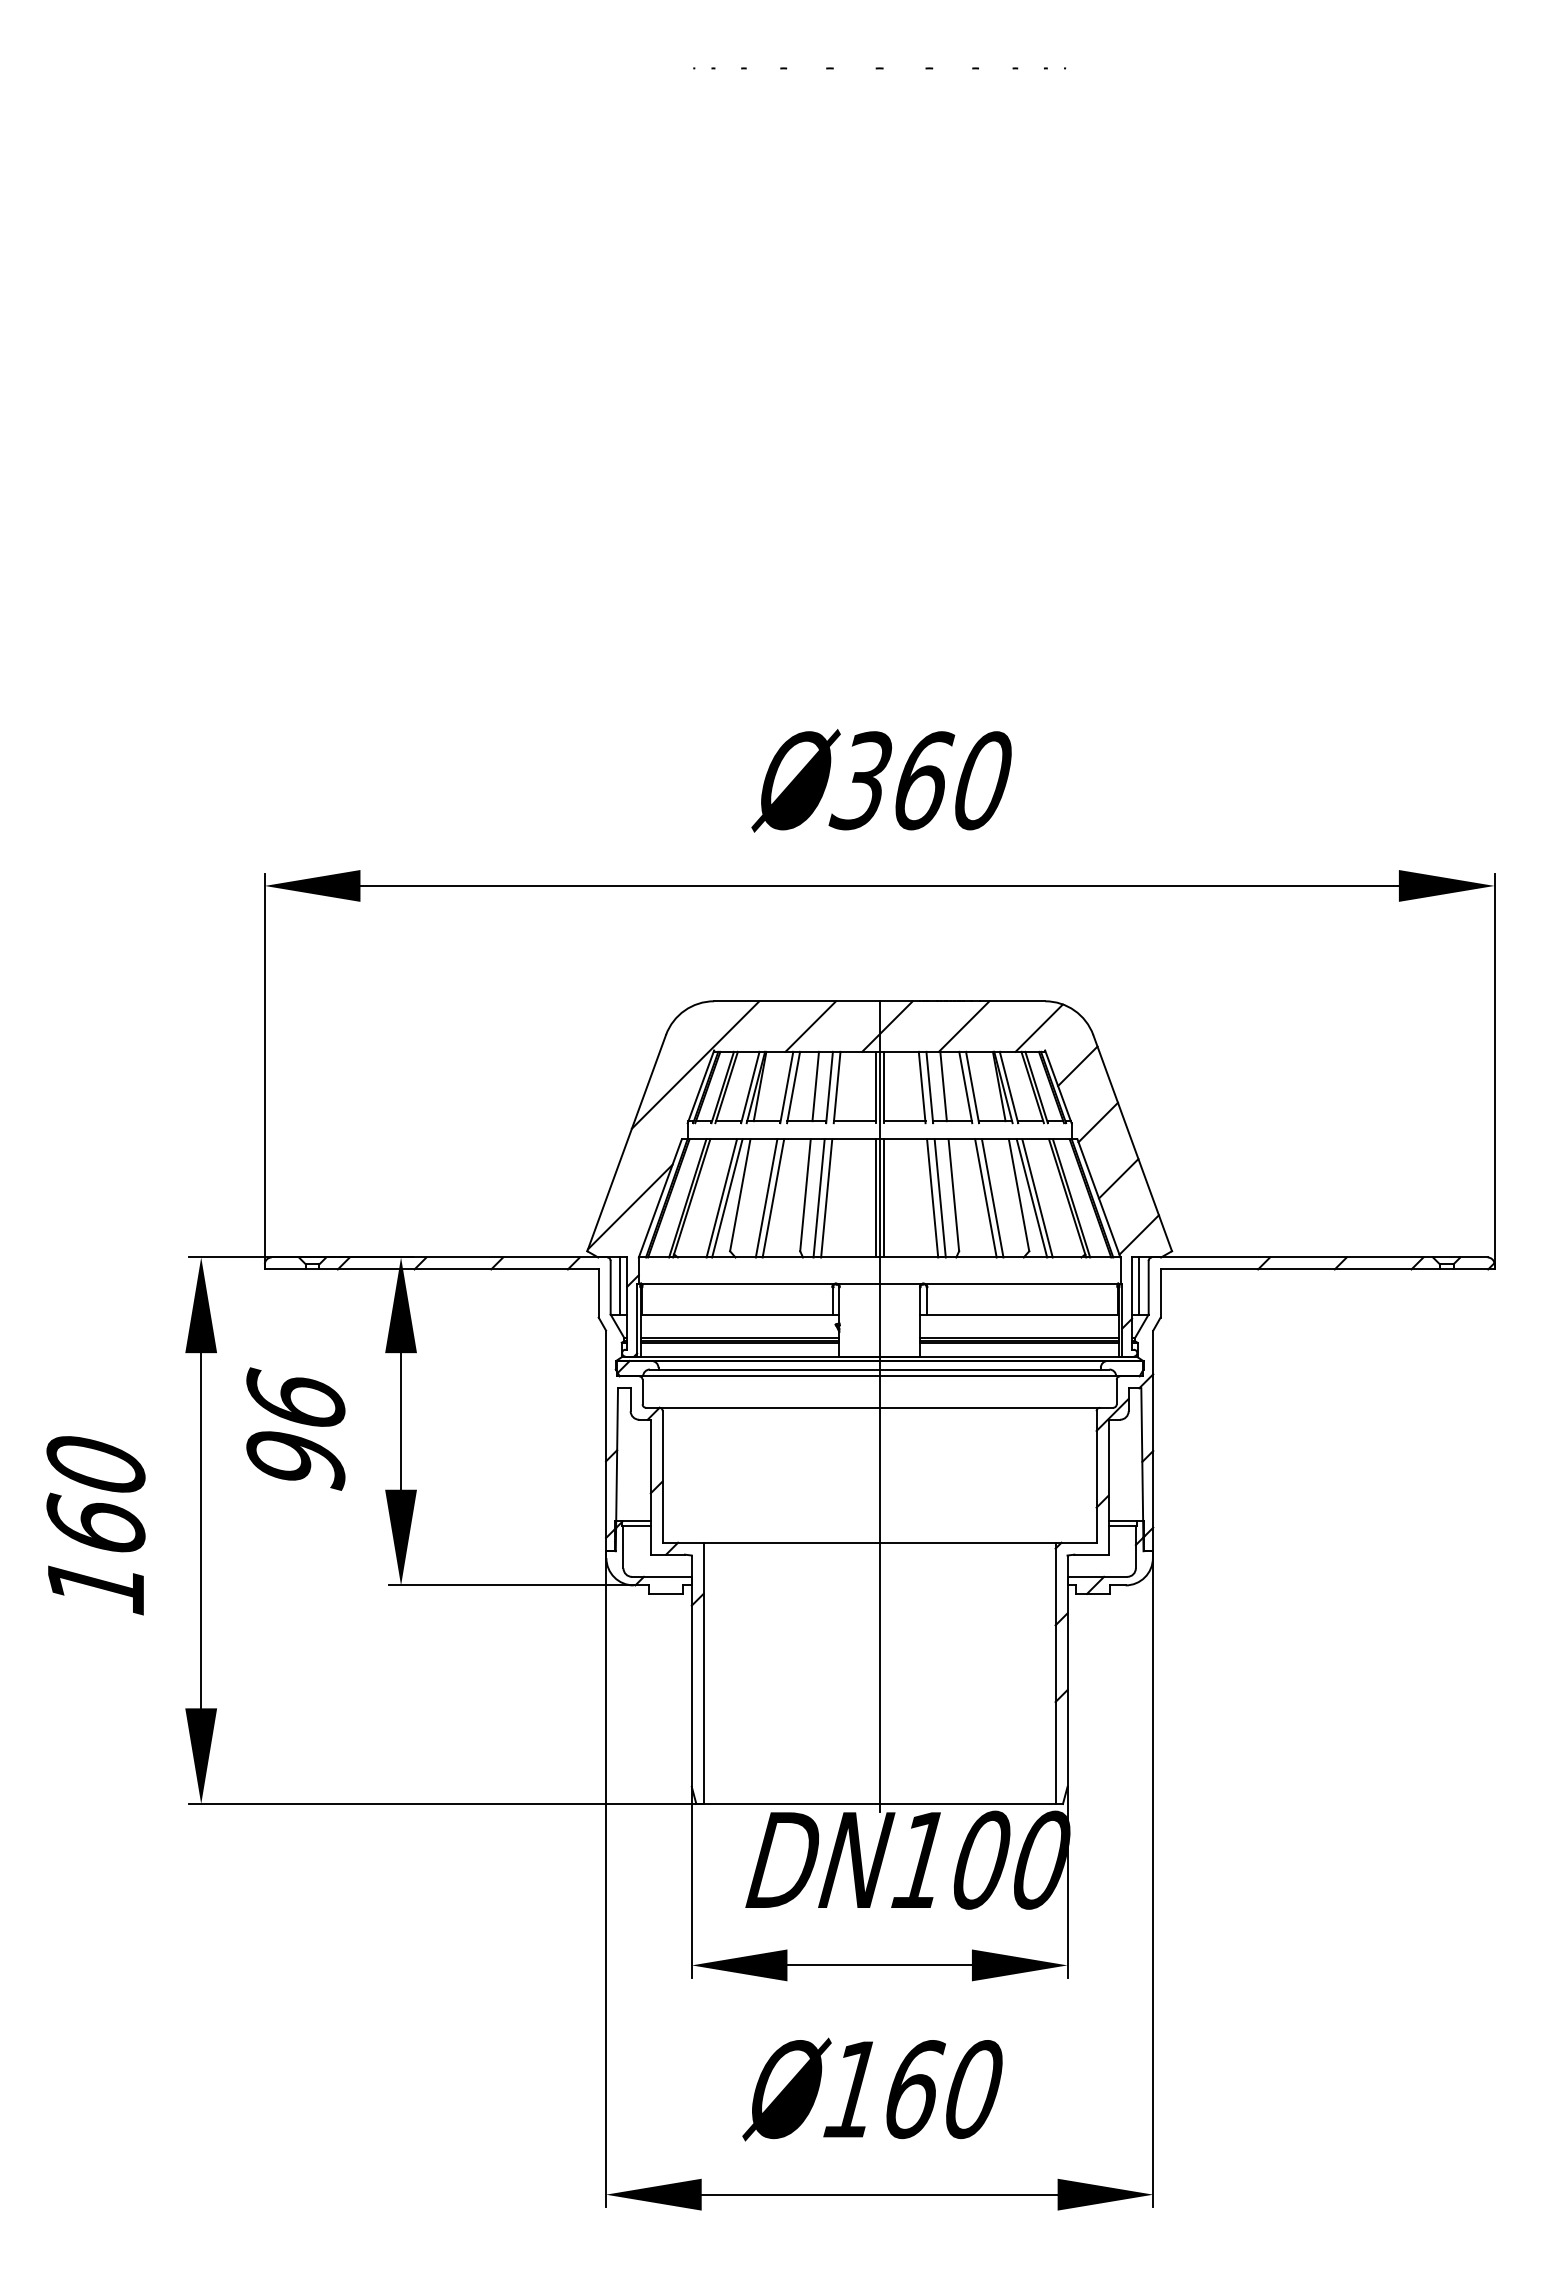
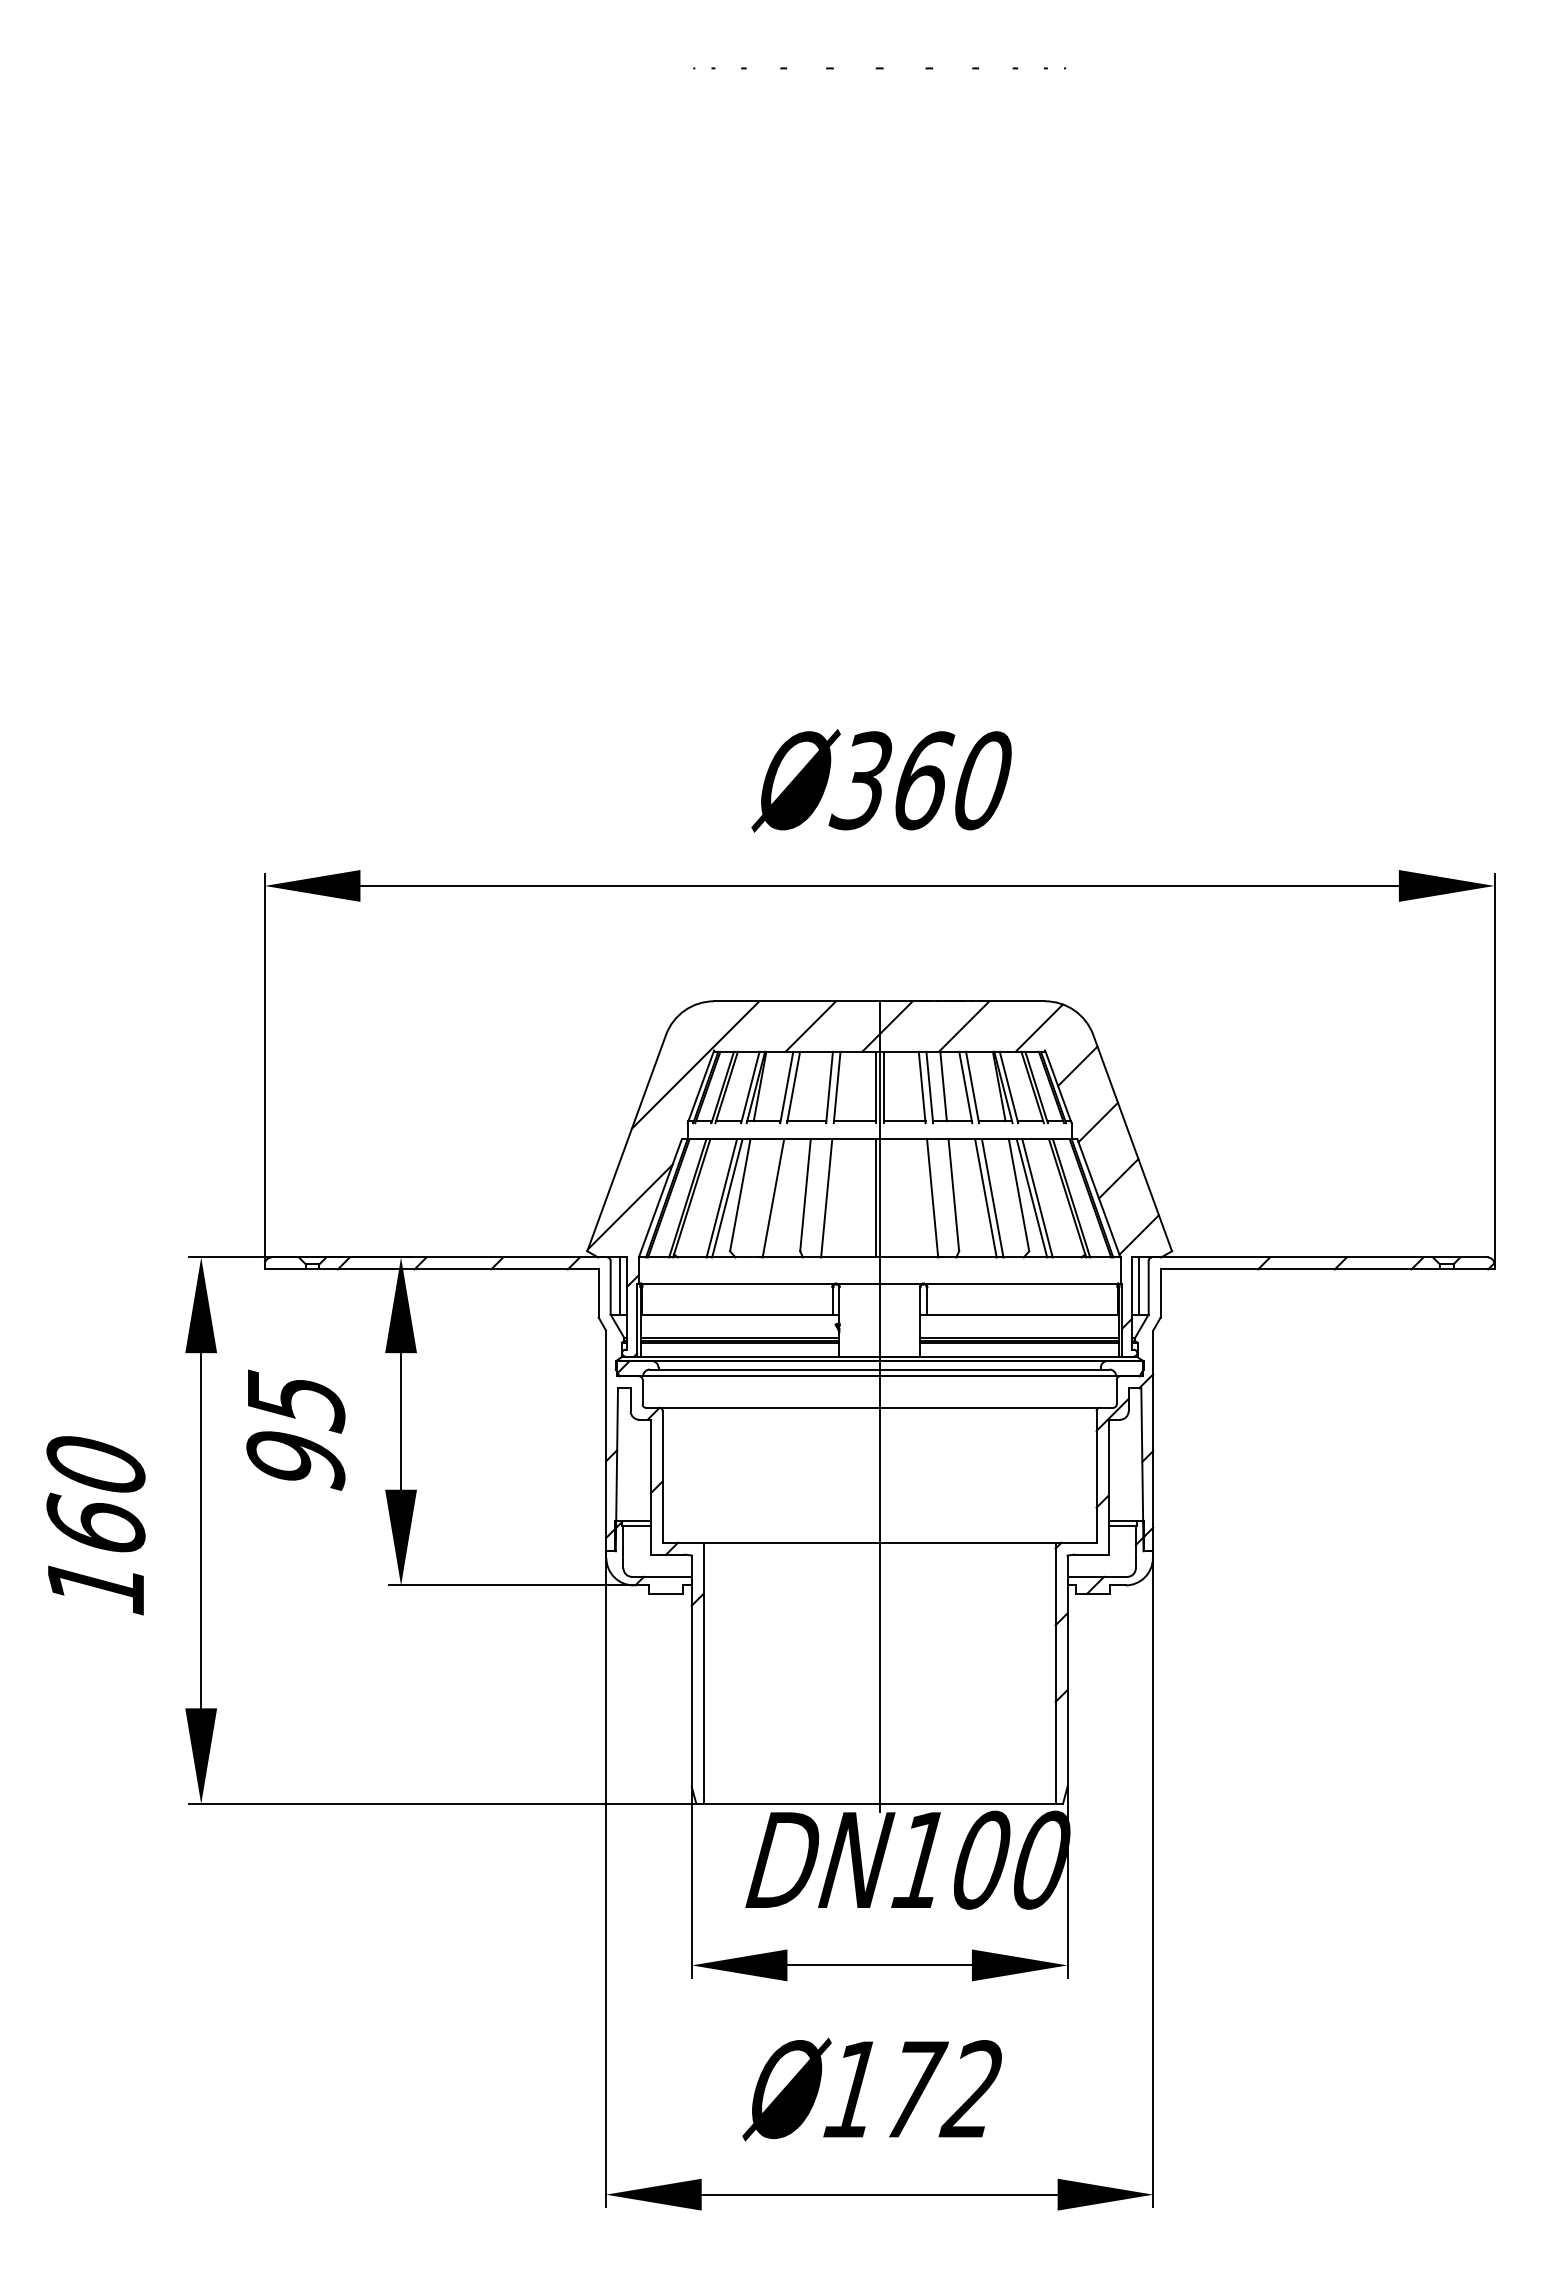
line at (815, 1086): present -> none
line at (766, 1198): present -> none
line at (818, 1198): present -> none
line at (883, 1198): present -> none
line at (939, 1198): present -> none
text at (295, 1400): 96 -> 95
text at (944, 2089): Ø160 -> Ø172
